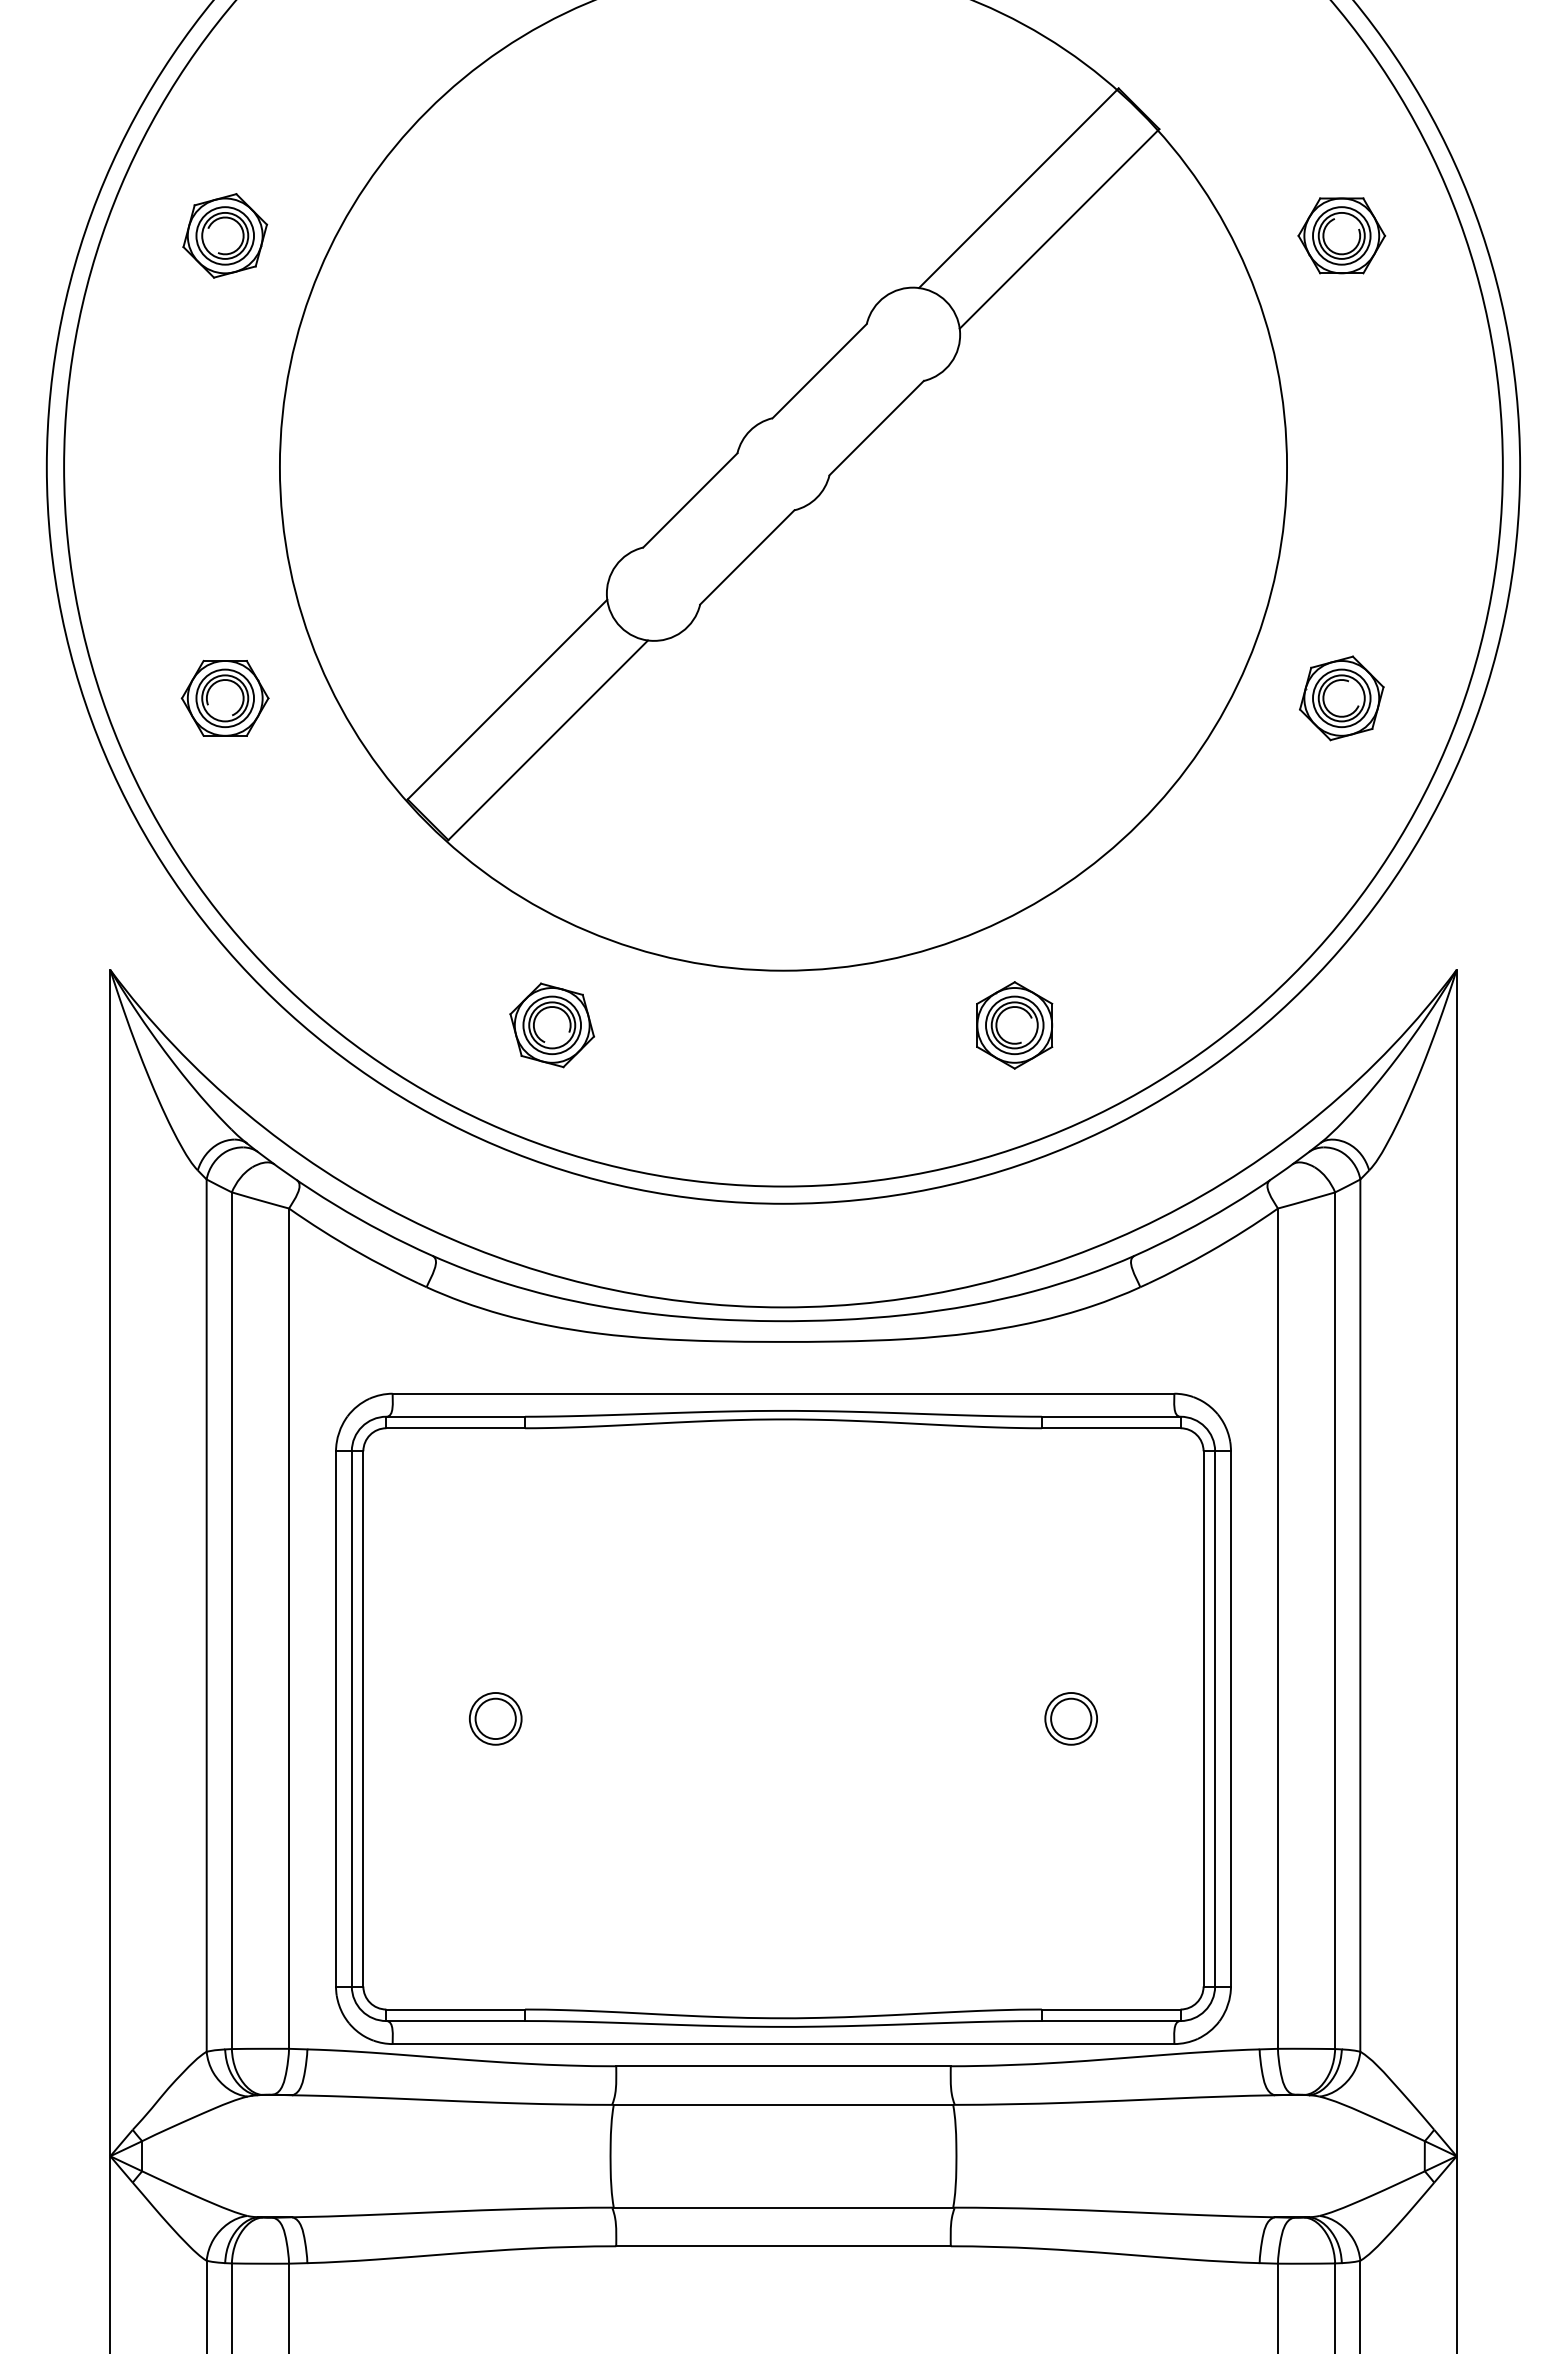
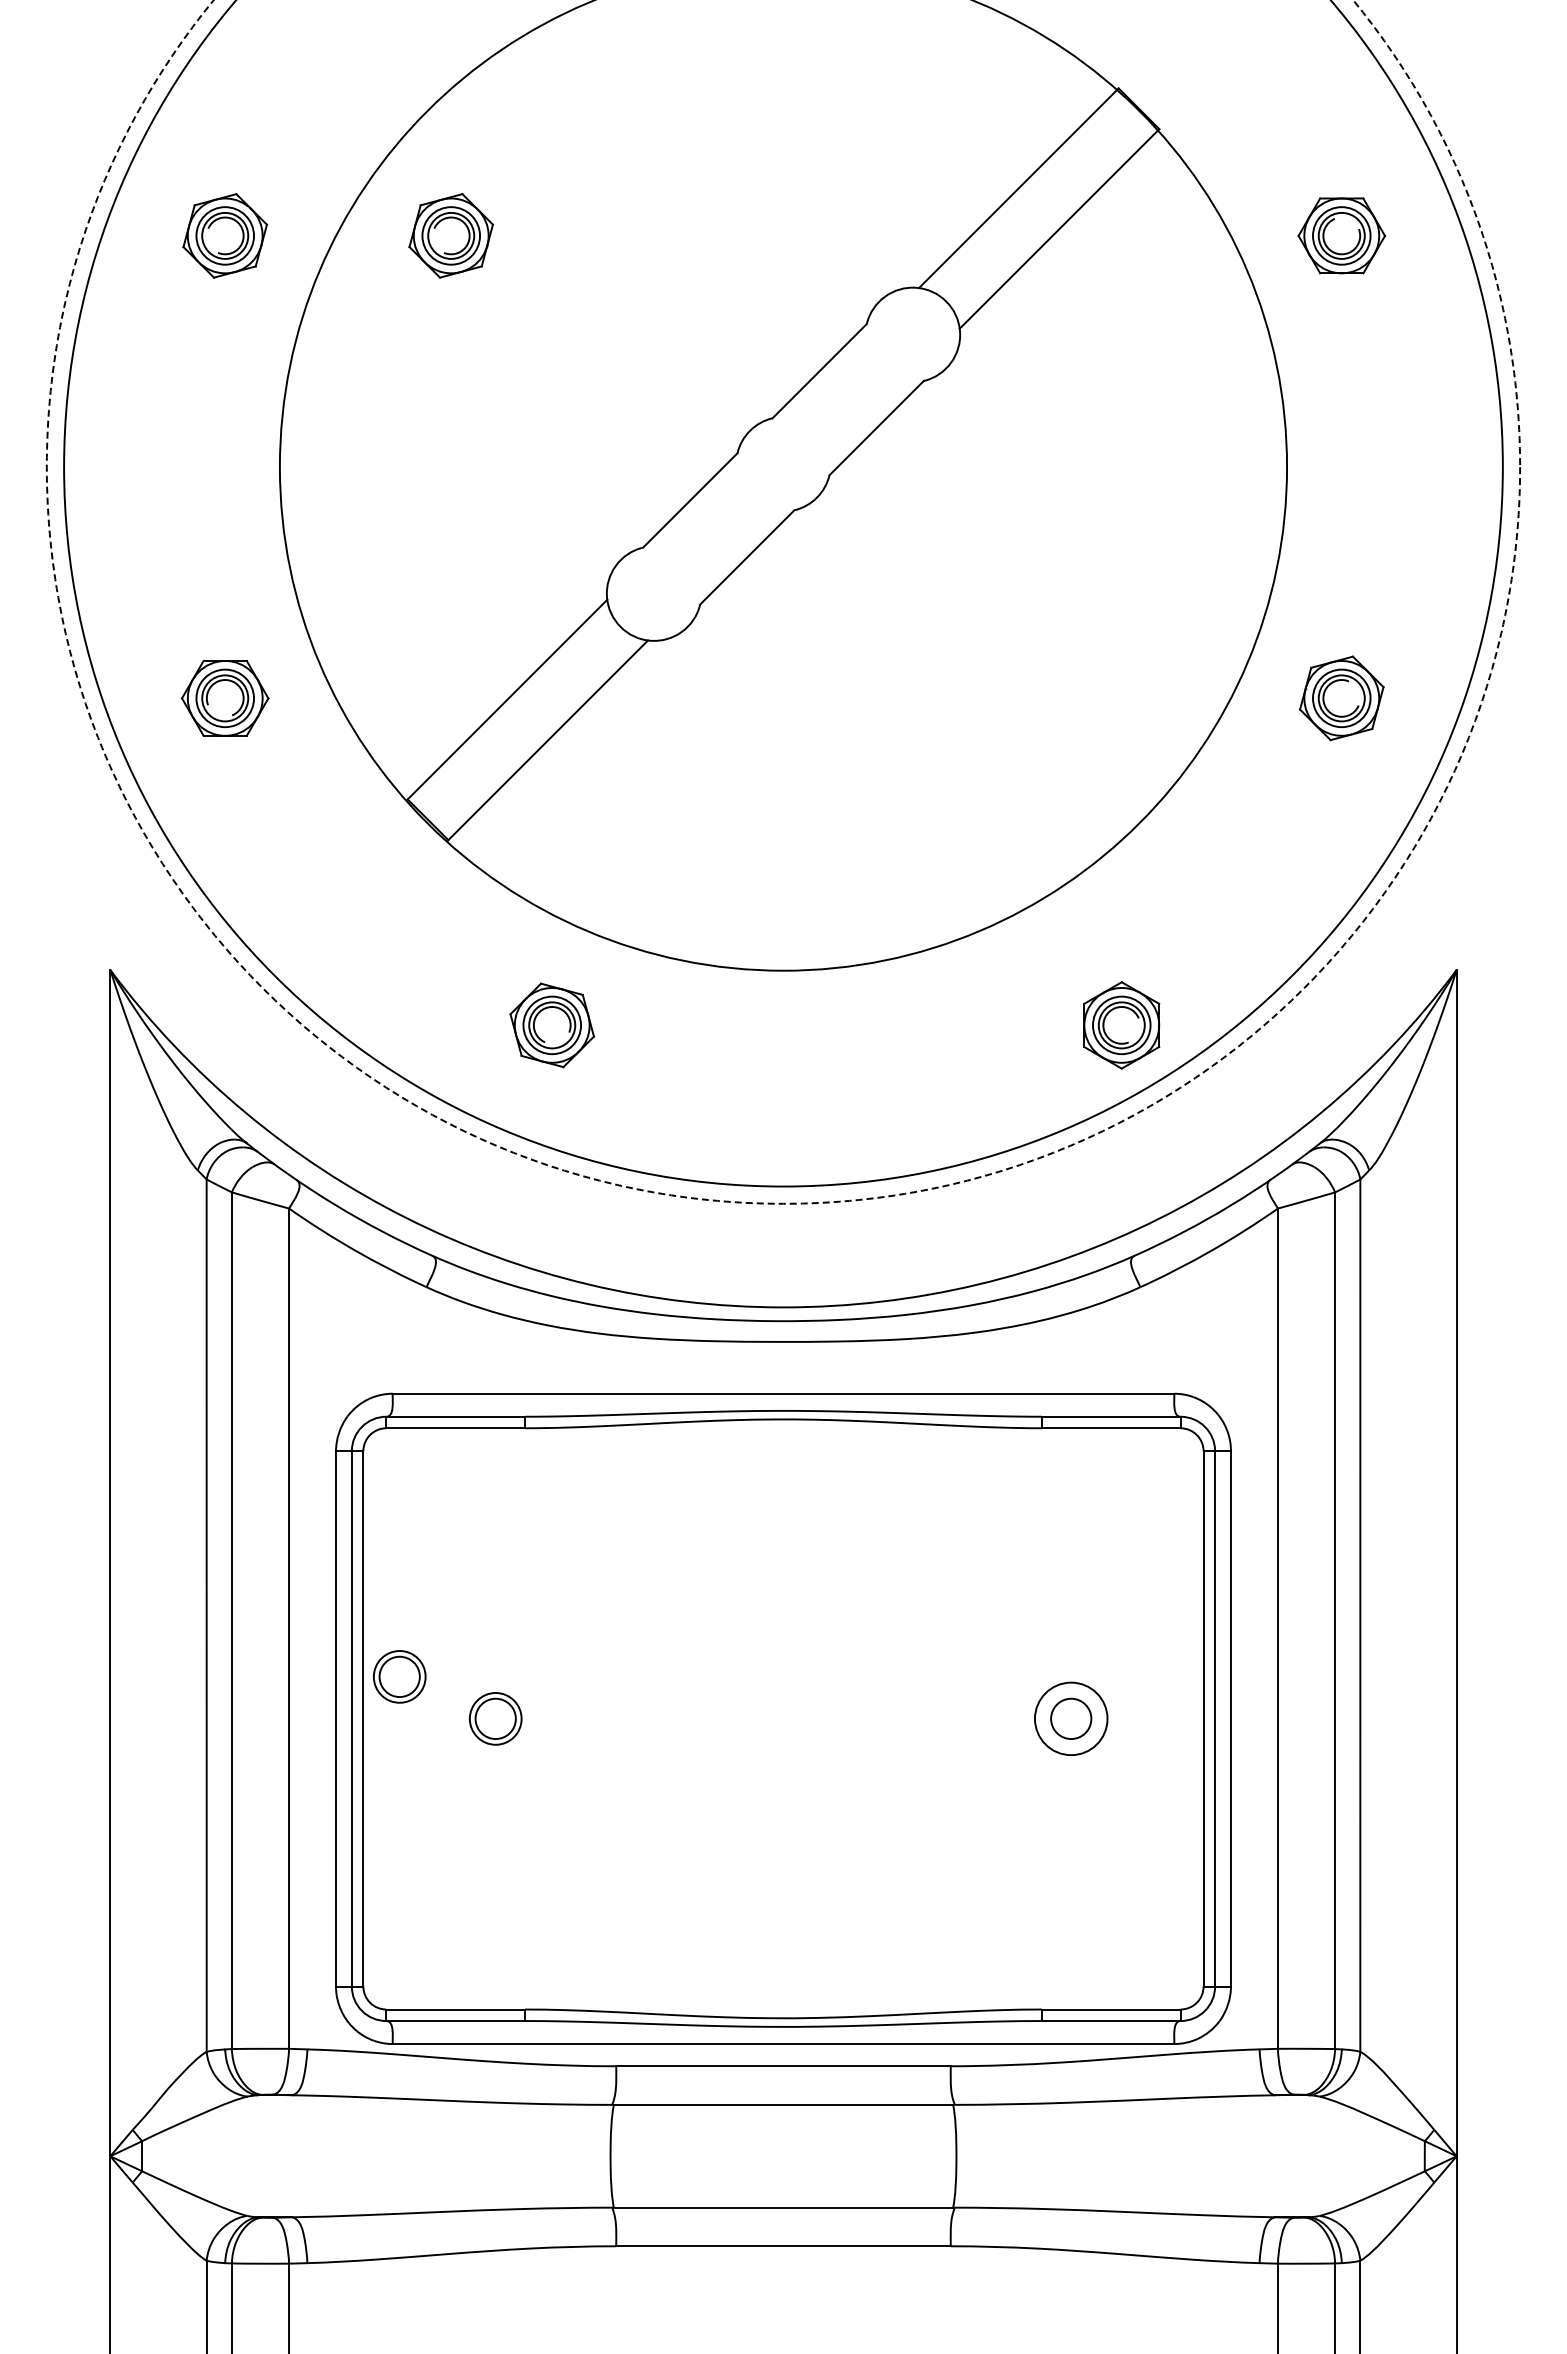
part at (451, 235): none -> present
circle at (783, 601): solid -> dashed
part at (1014, 1025) position: (1014, 1025) -> (1121, 1025)
part at (399, 1676): none -> present
circle at (1071, 1718) diameter: 52 px -> 73 px
